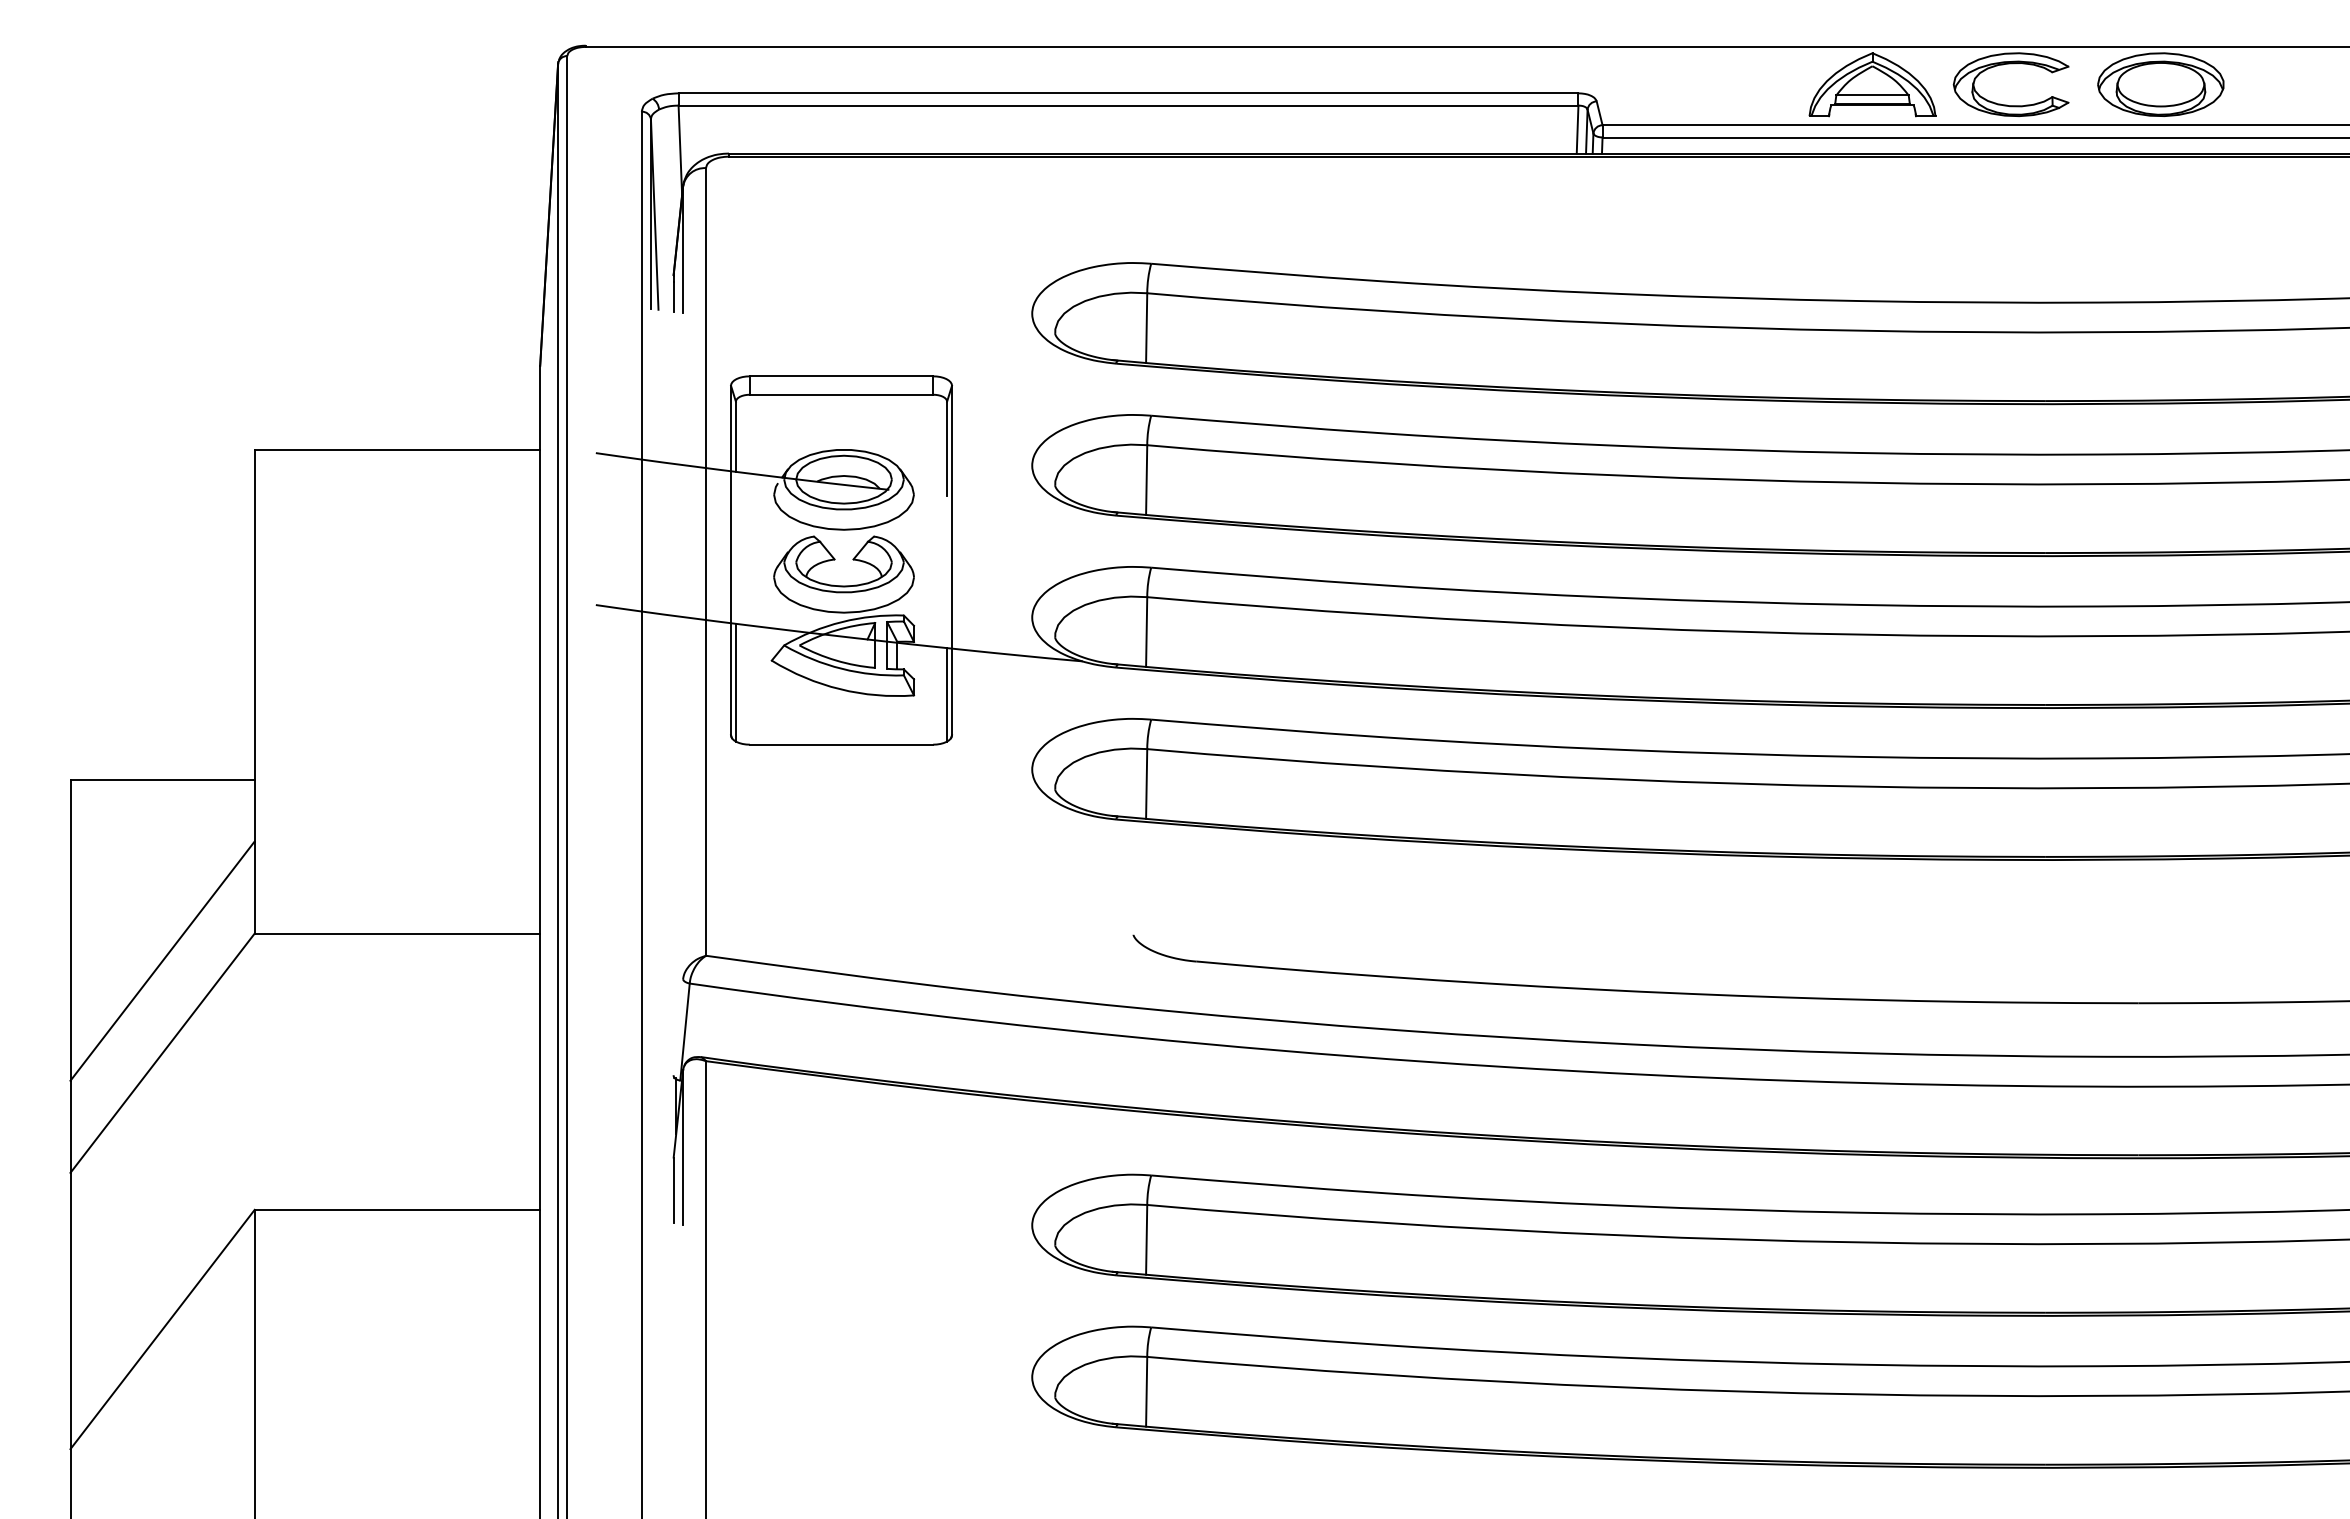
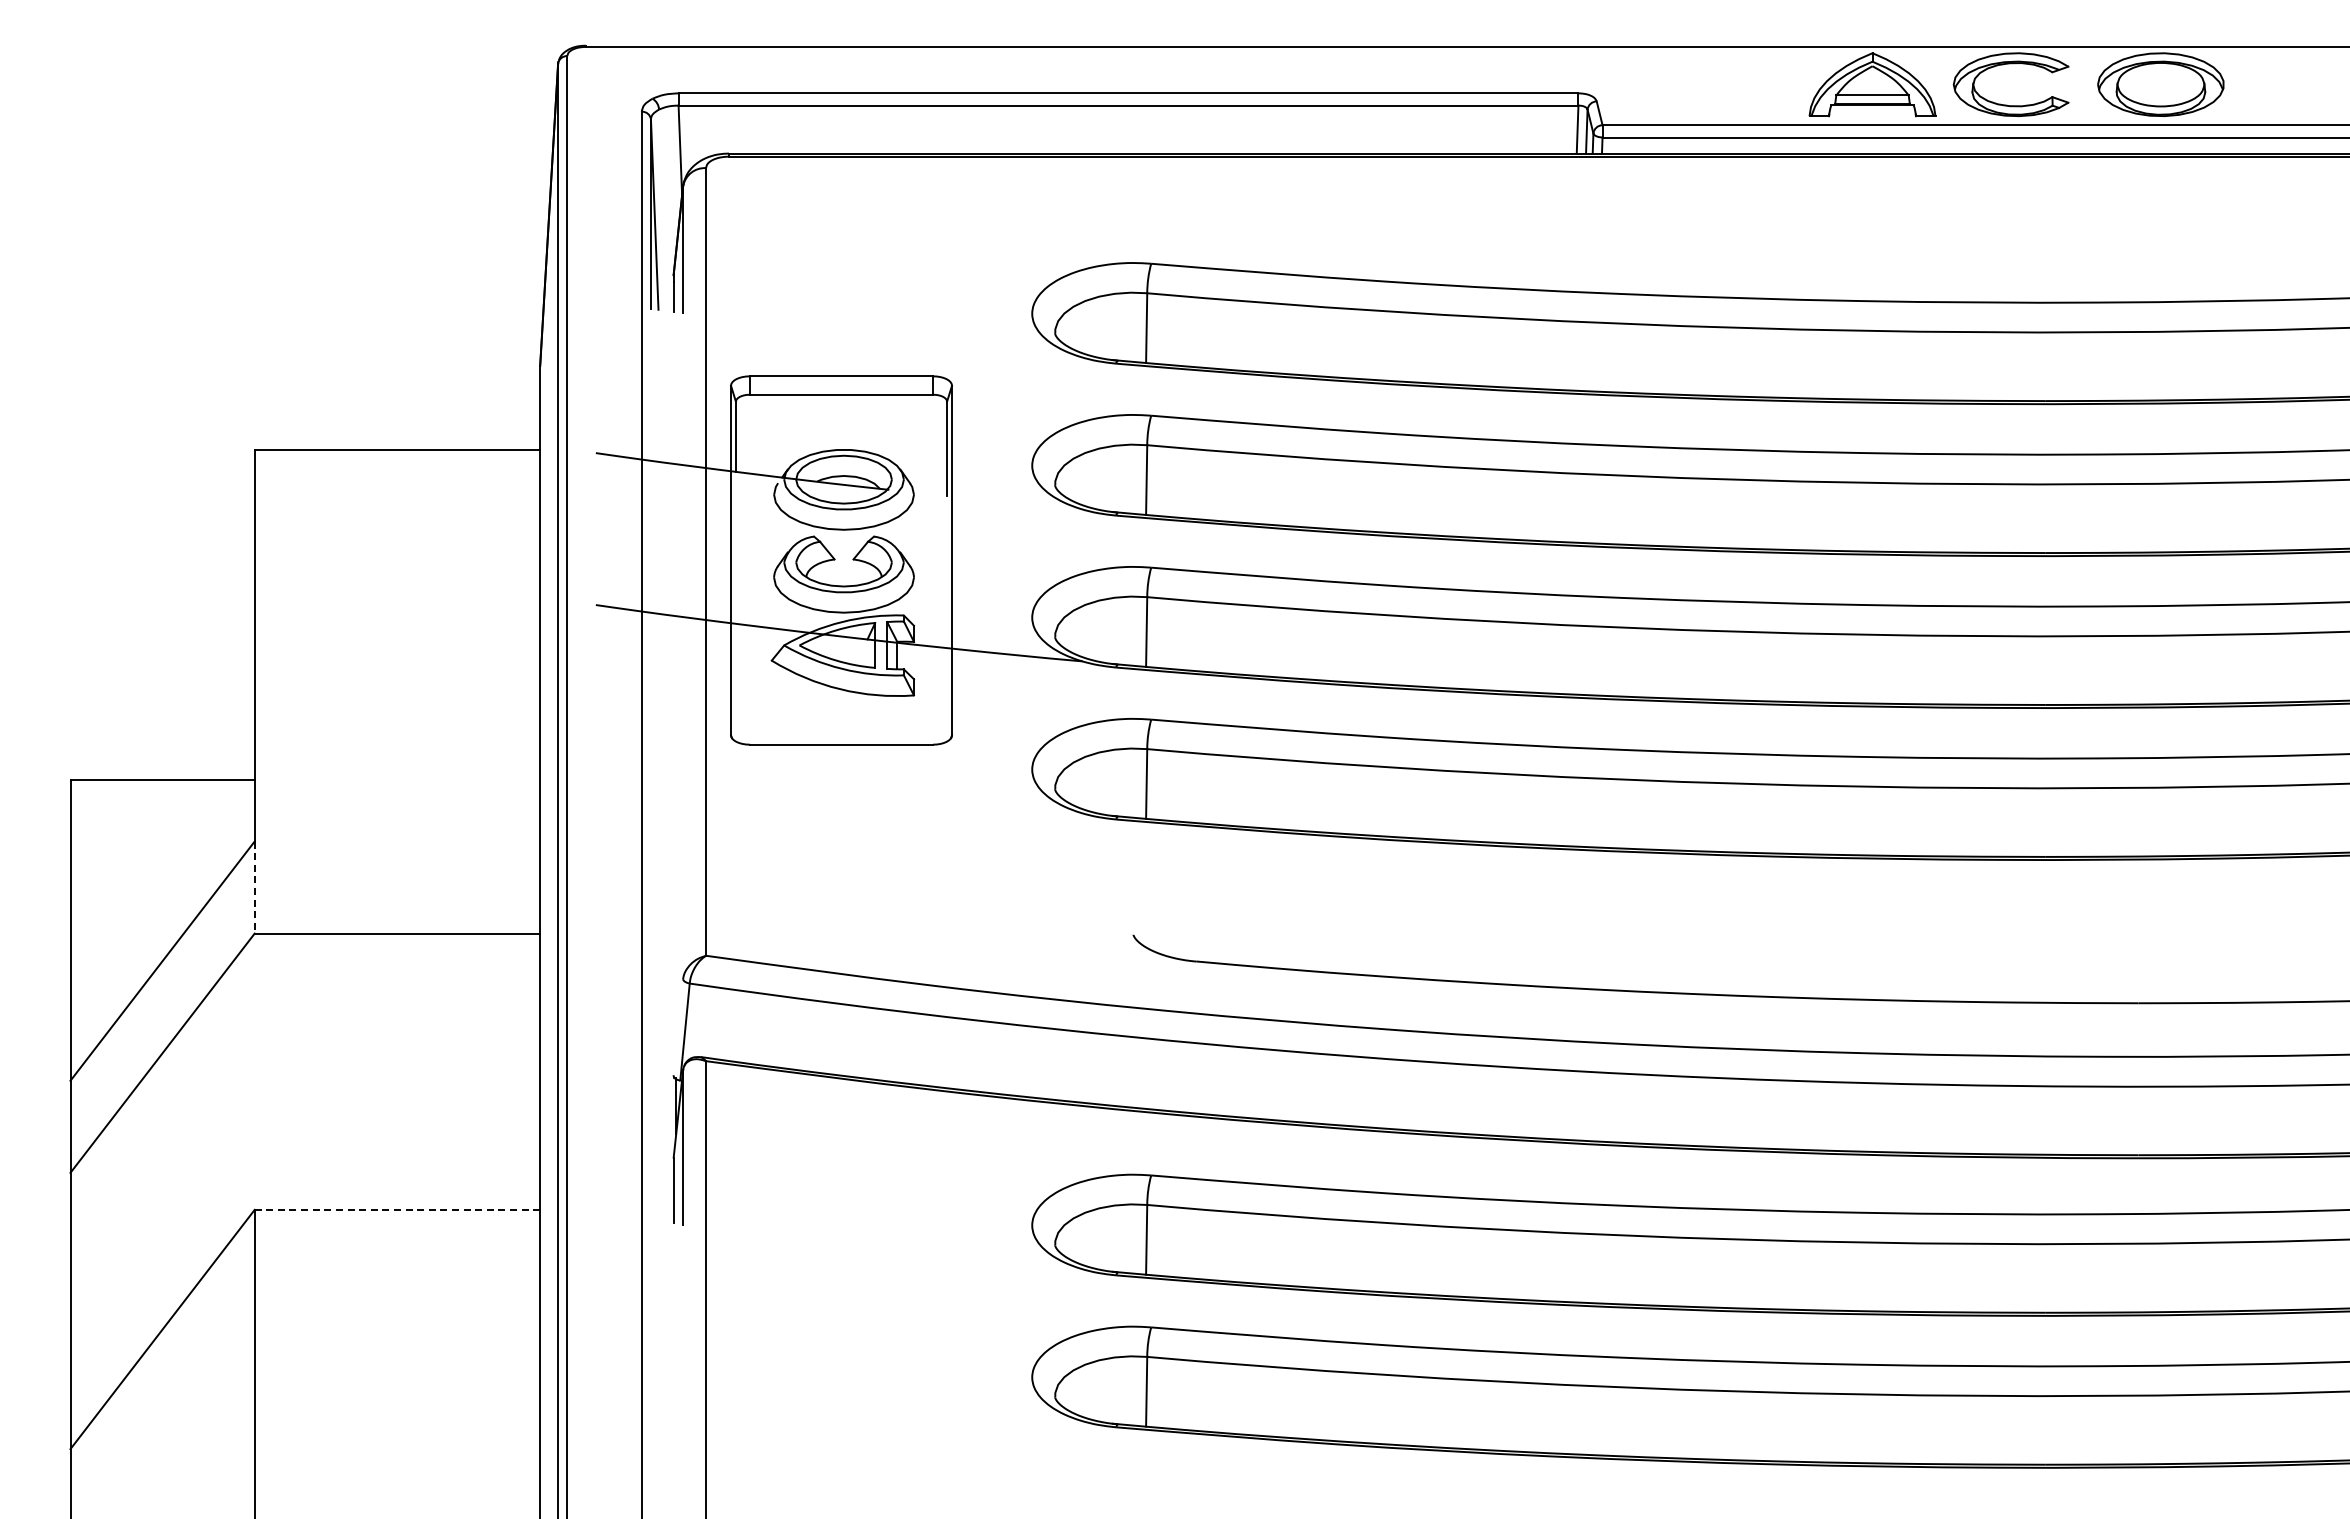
line at (735, 682): present -> none
line at (947, 694): present -> none
line at (254, 888): solid -> dashed
line at (397, 1209): solid -> dashed
